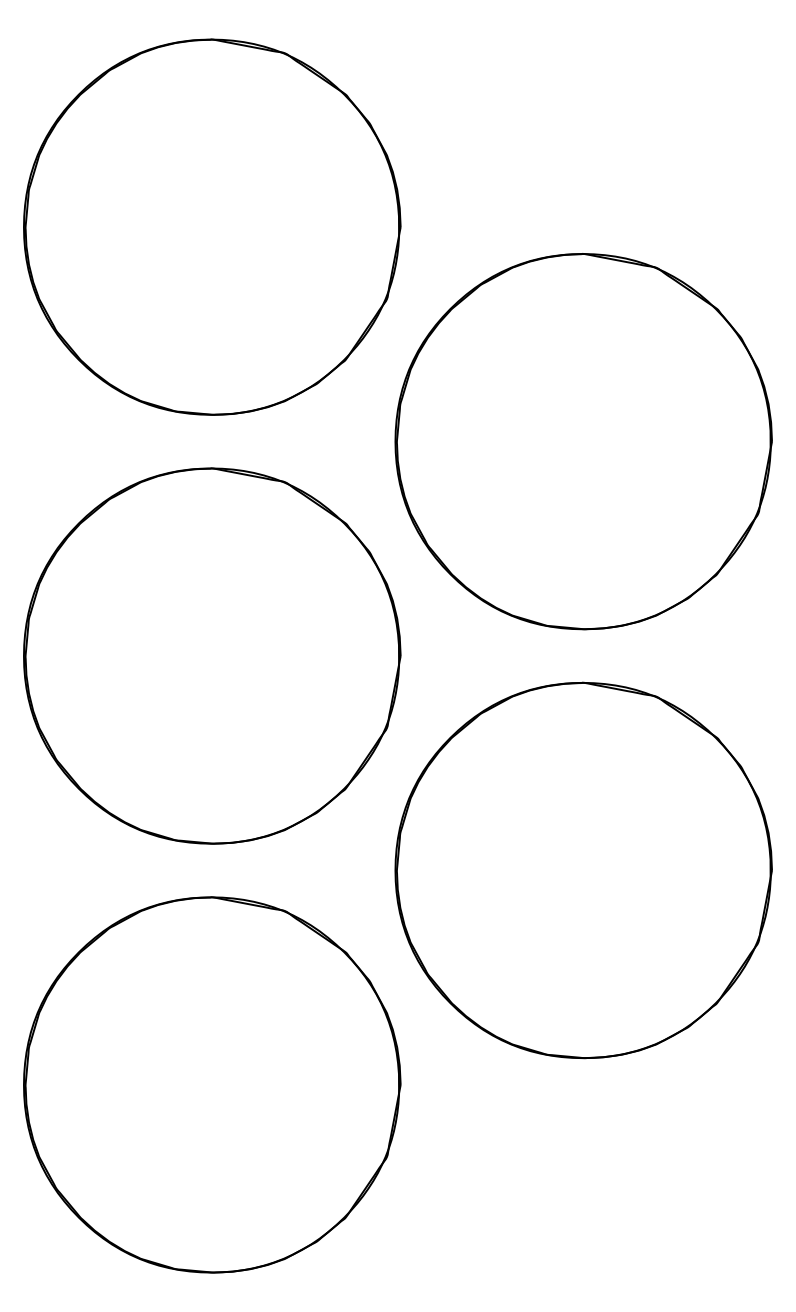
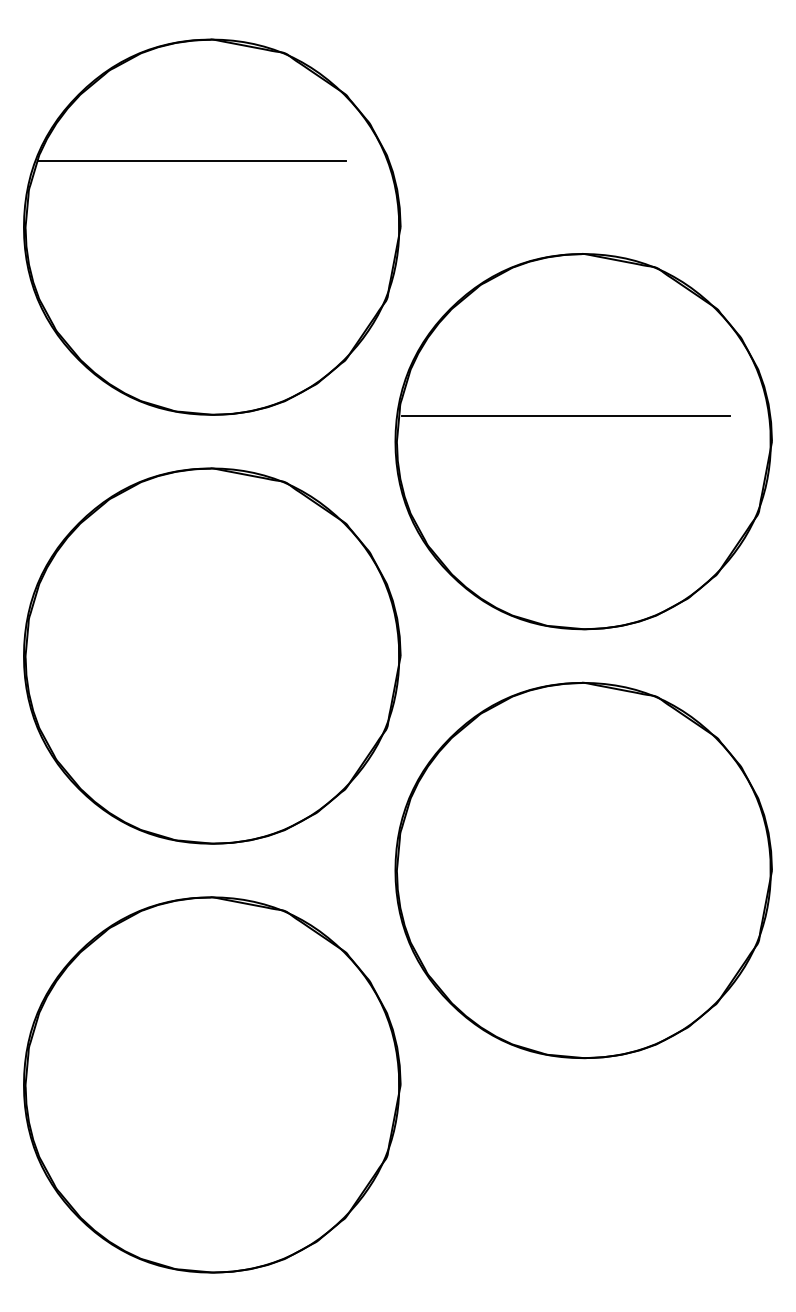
line at (191, 161): none -> present
line at (566, 416): none -> present
